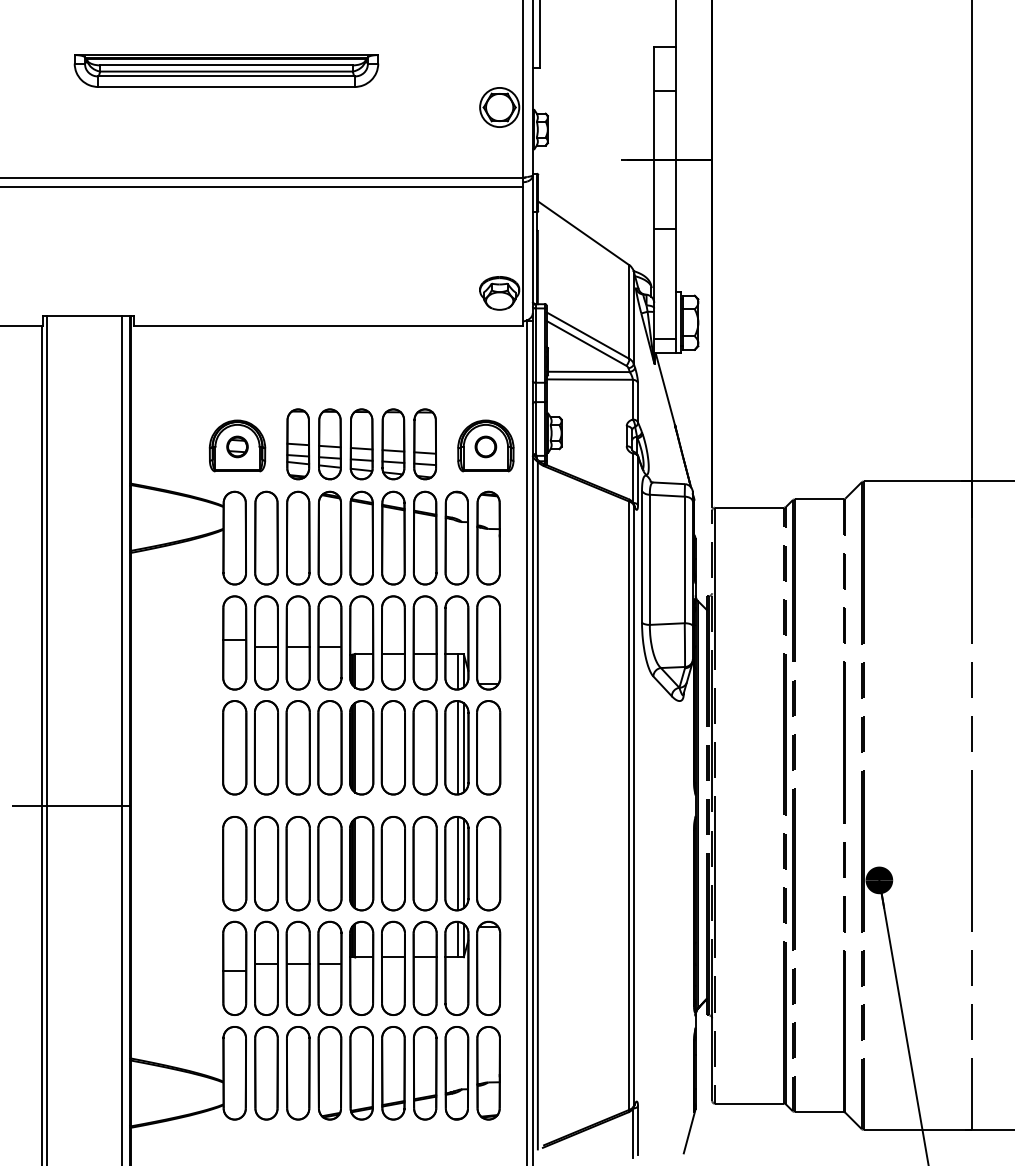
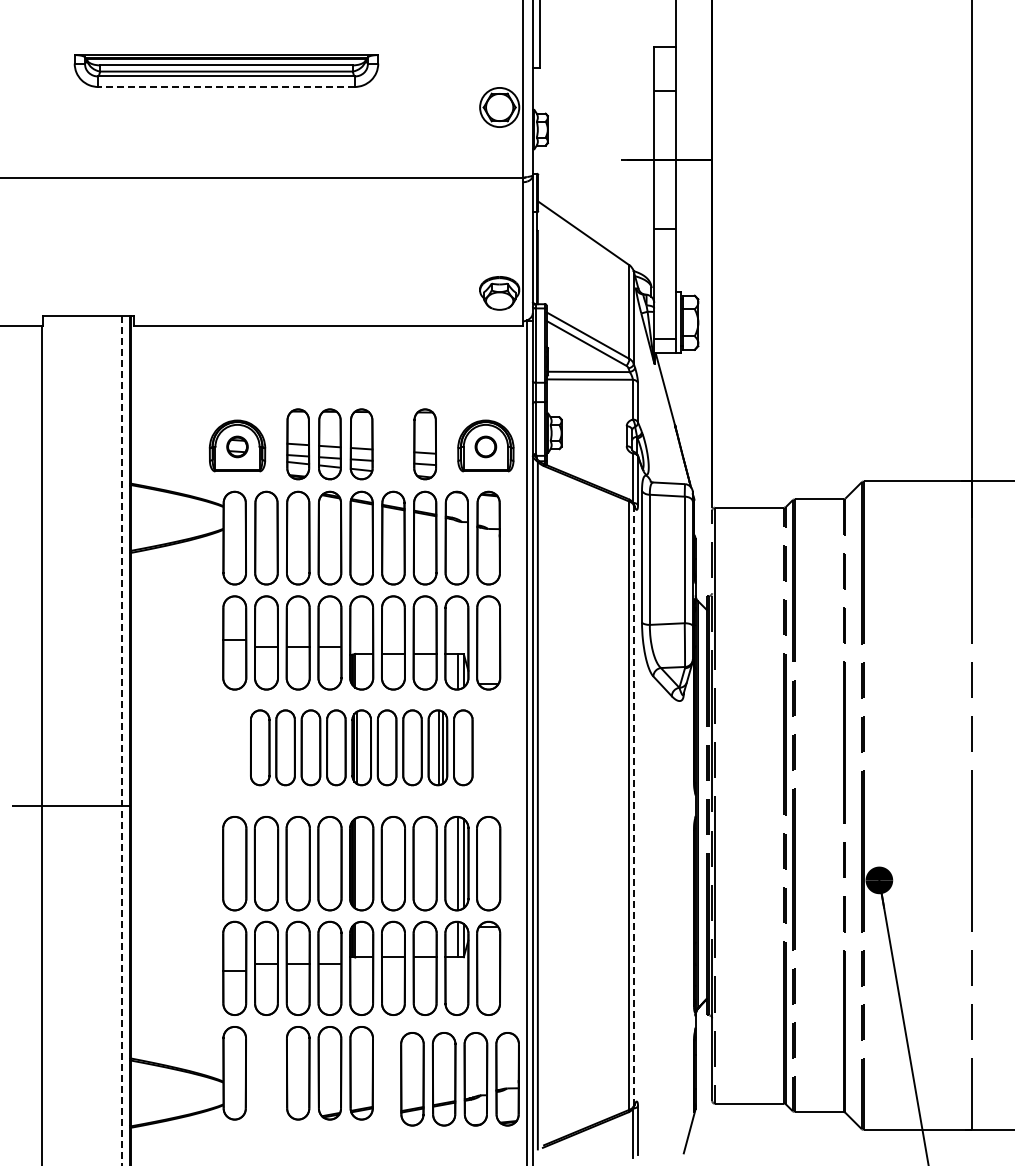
line at (225, 87): solid -> dashed
line at (262, 186): present -> none
part at (393, 444): present -> none
line at (47, 739): present -> none
line at (121, 741): solid -> dashed
part at (361, 747) size: 280x96 px -> 224x78 px
line at (633, 805): solid -> dashed
part at (266, 1073): present -> none
part at (440, 1073) position: (440, 1073) -> (459, 1079)
